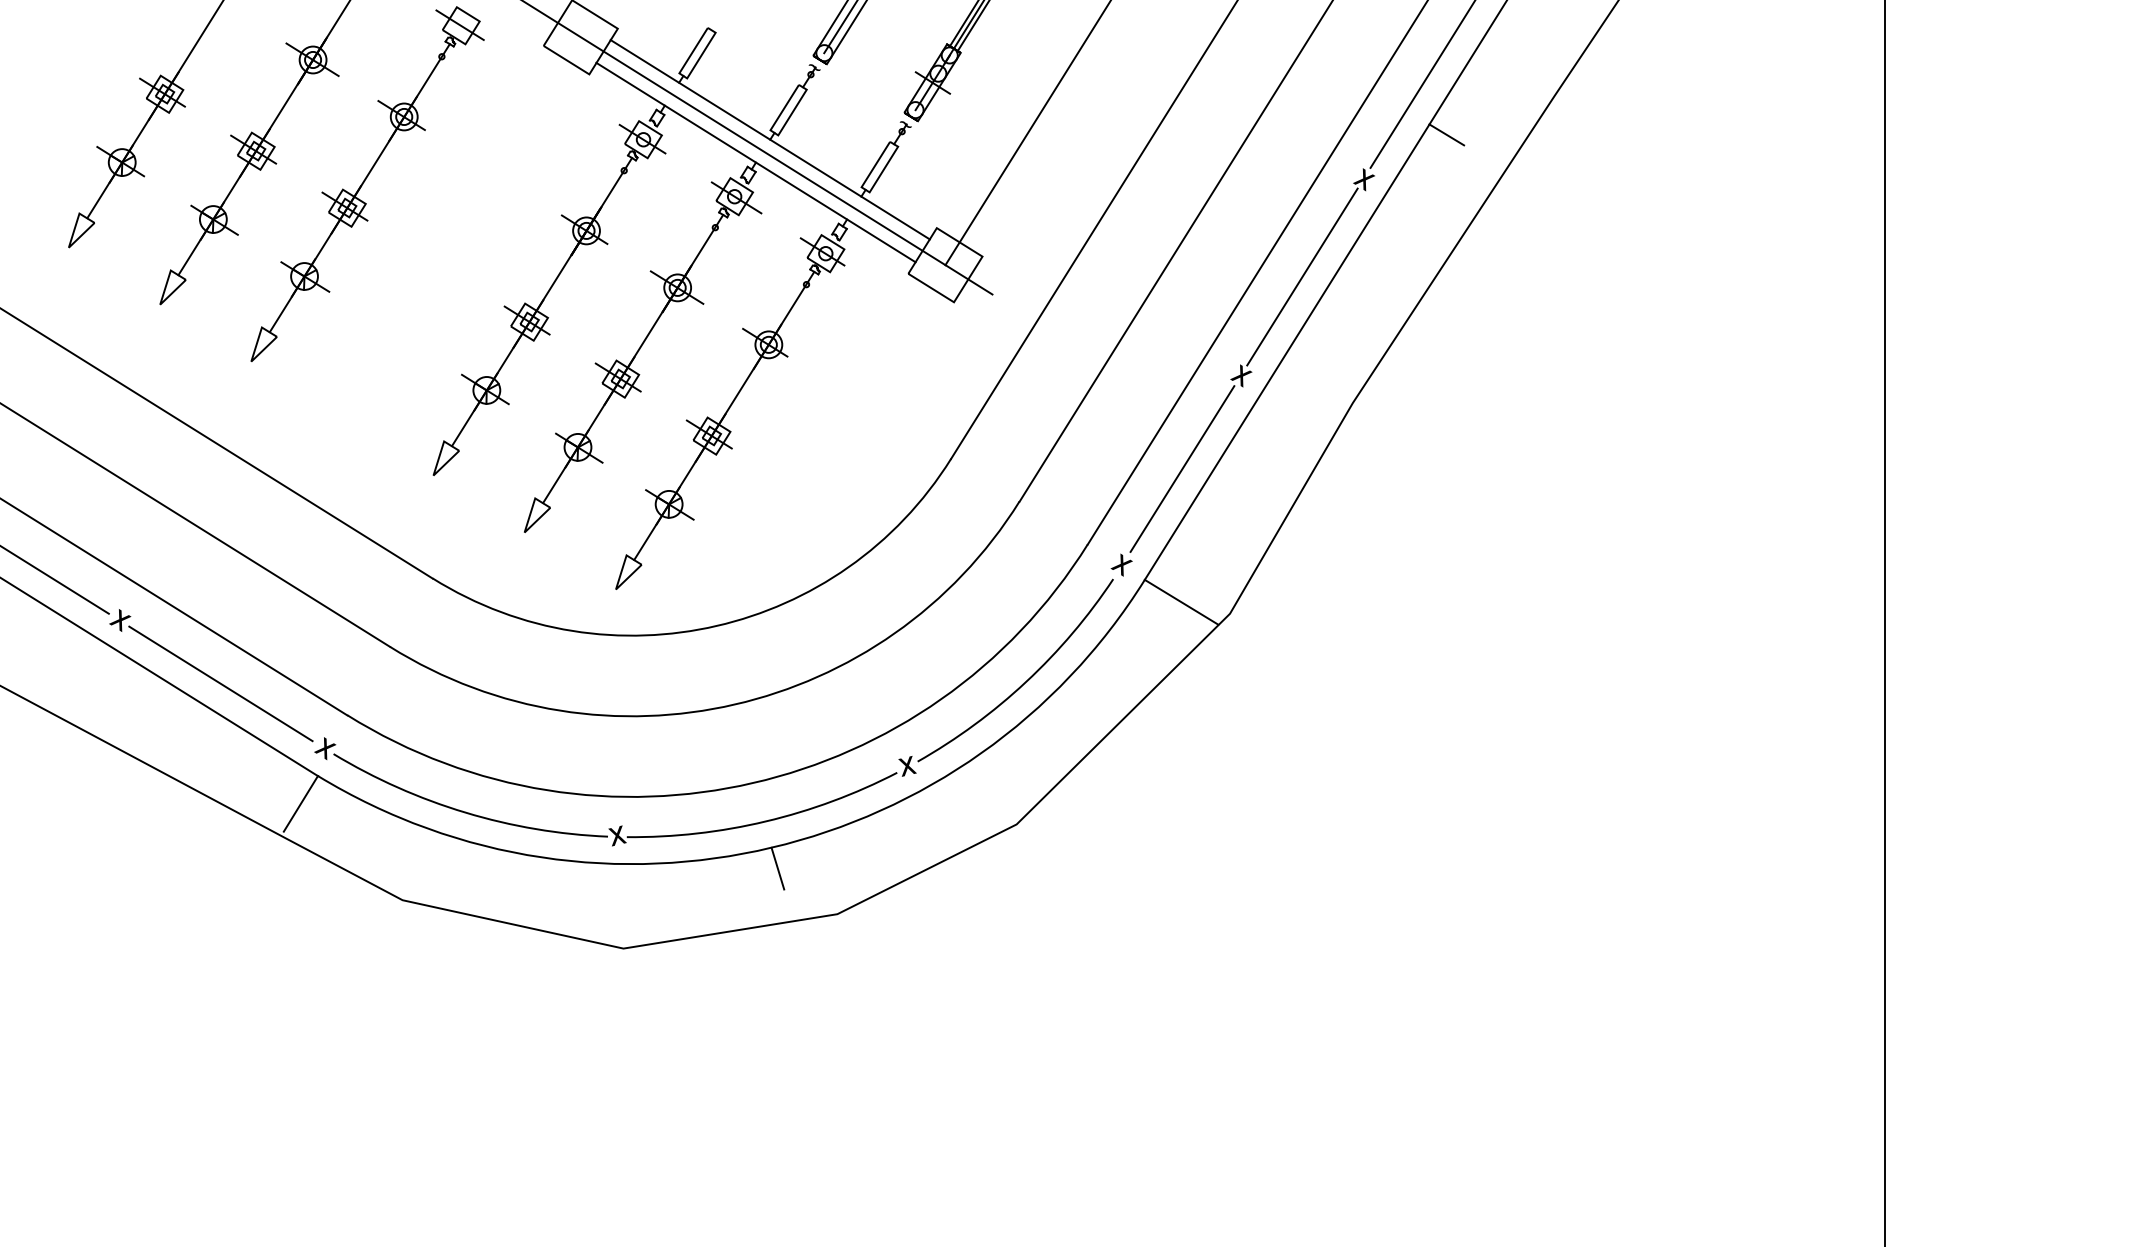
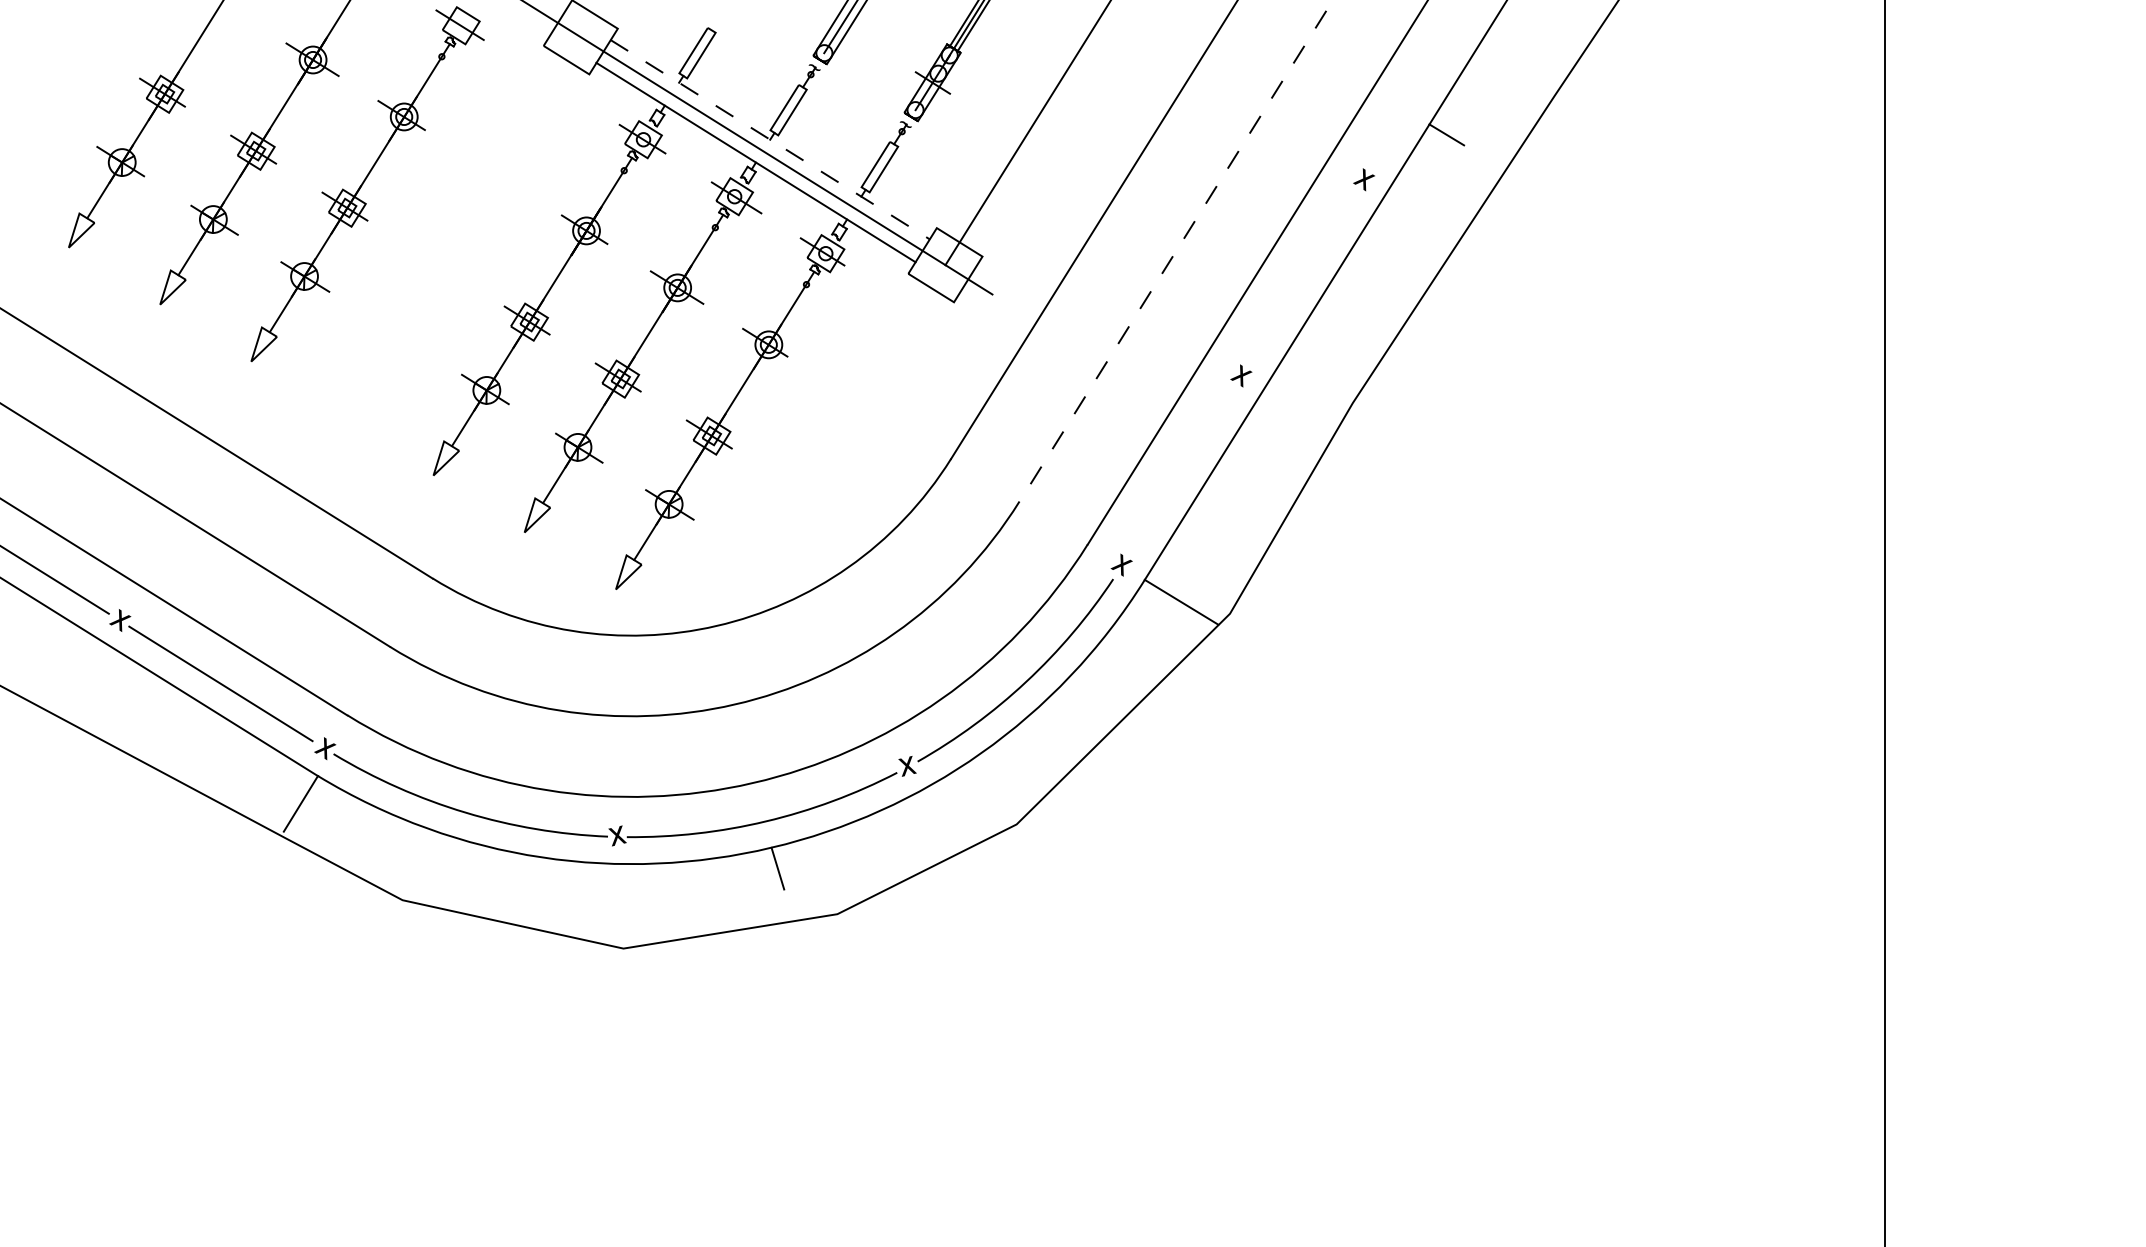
line at (1421, 84): present -> none
line at (770, 139): solid -> dashed
line at (1175, 251): solid -> dashed
line at (1302, 276): present -> none
line at (1182, 468): present -> none
